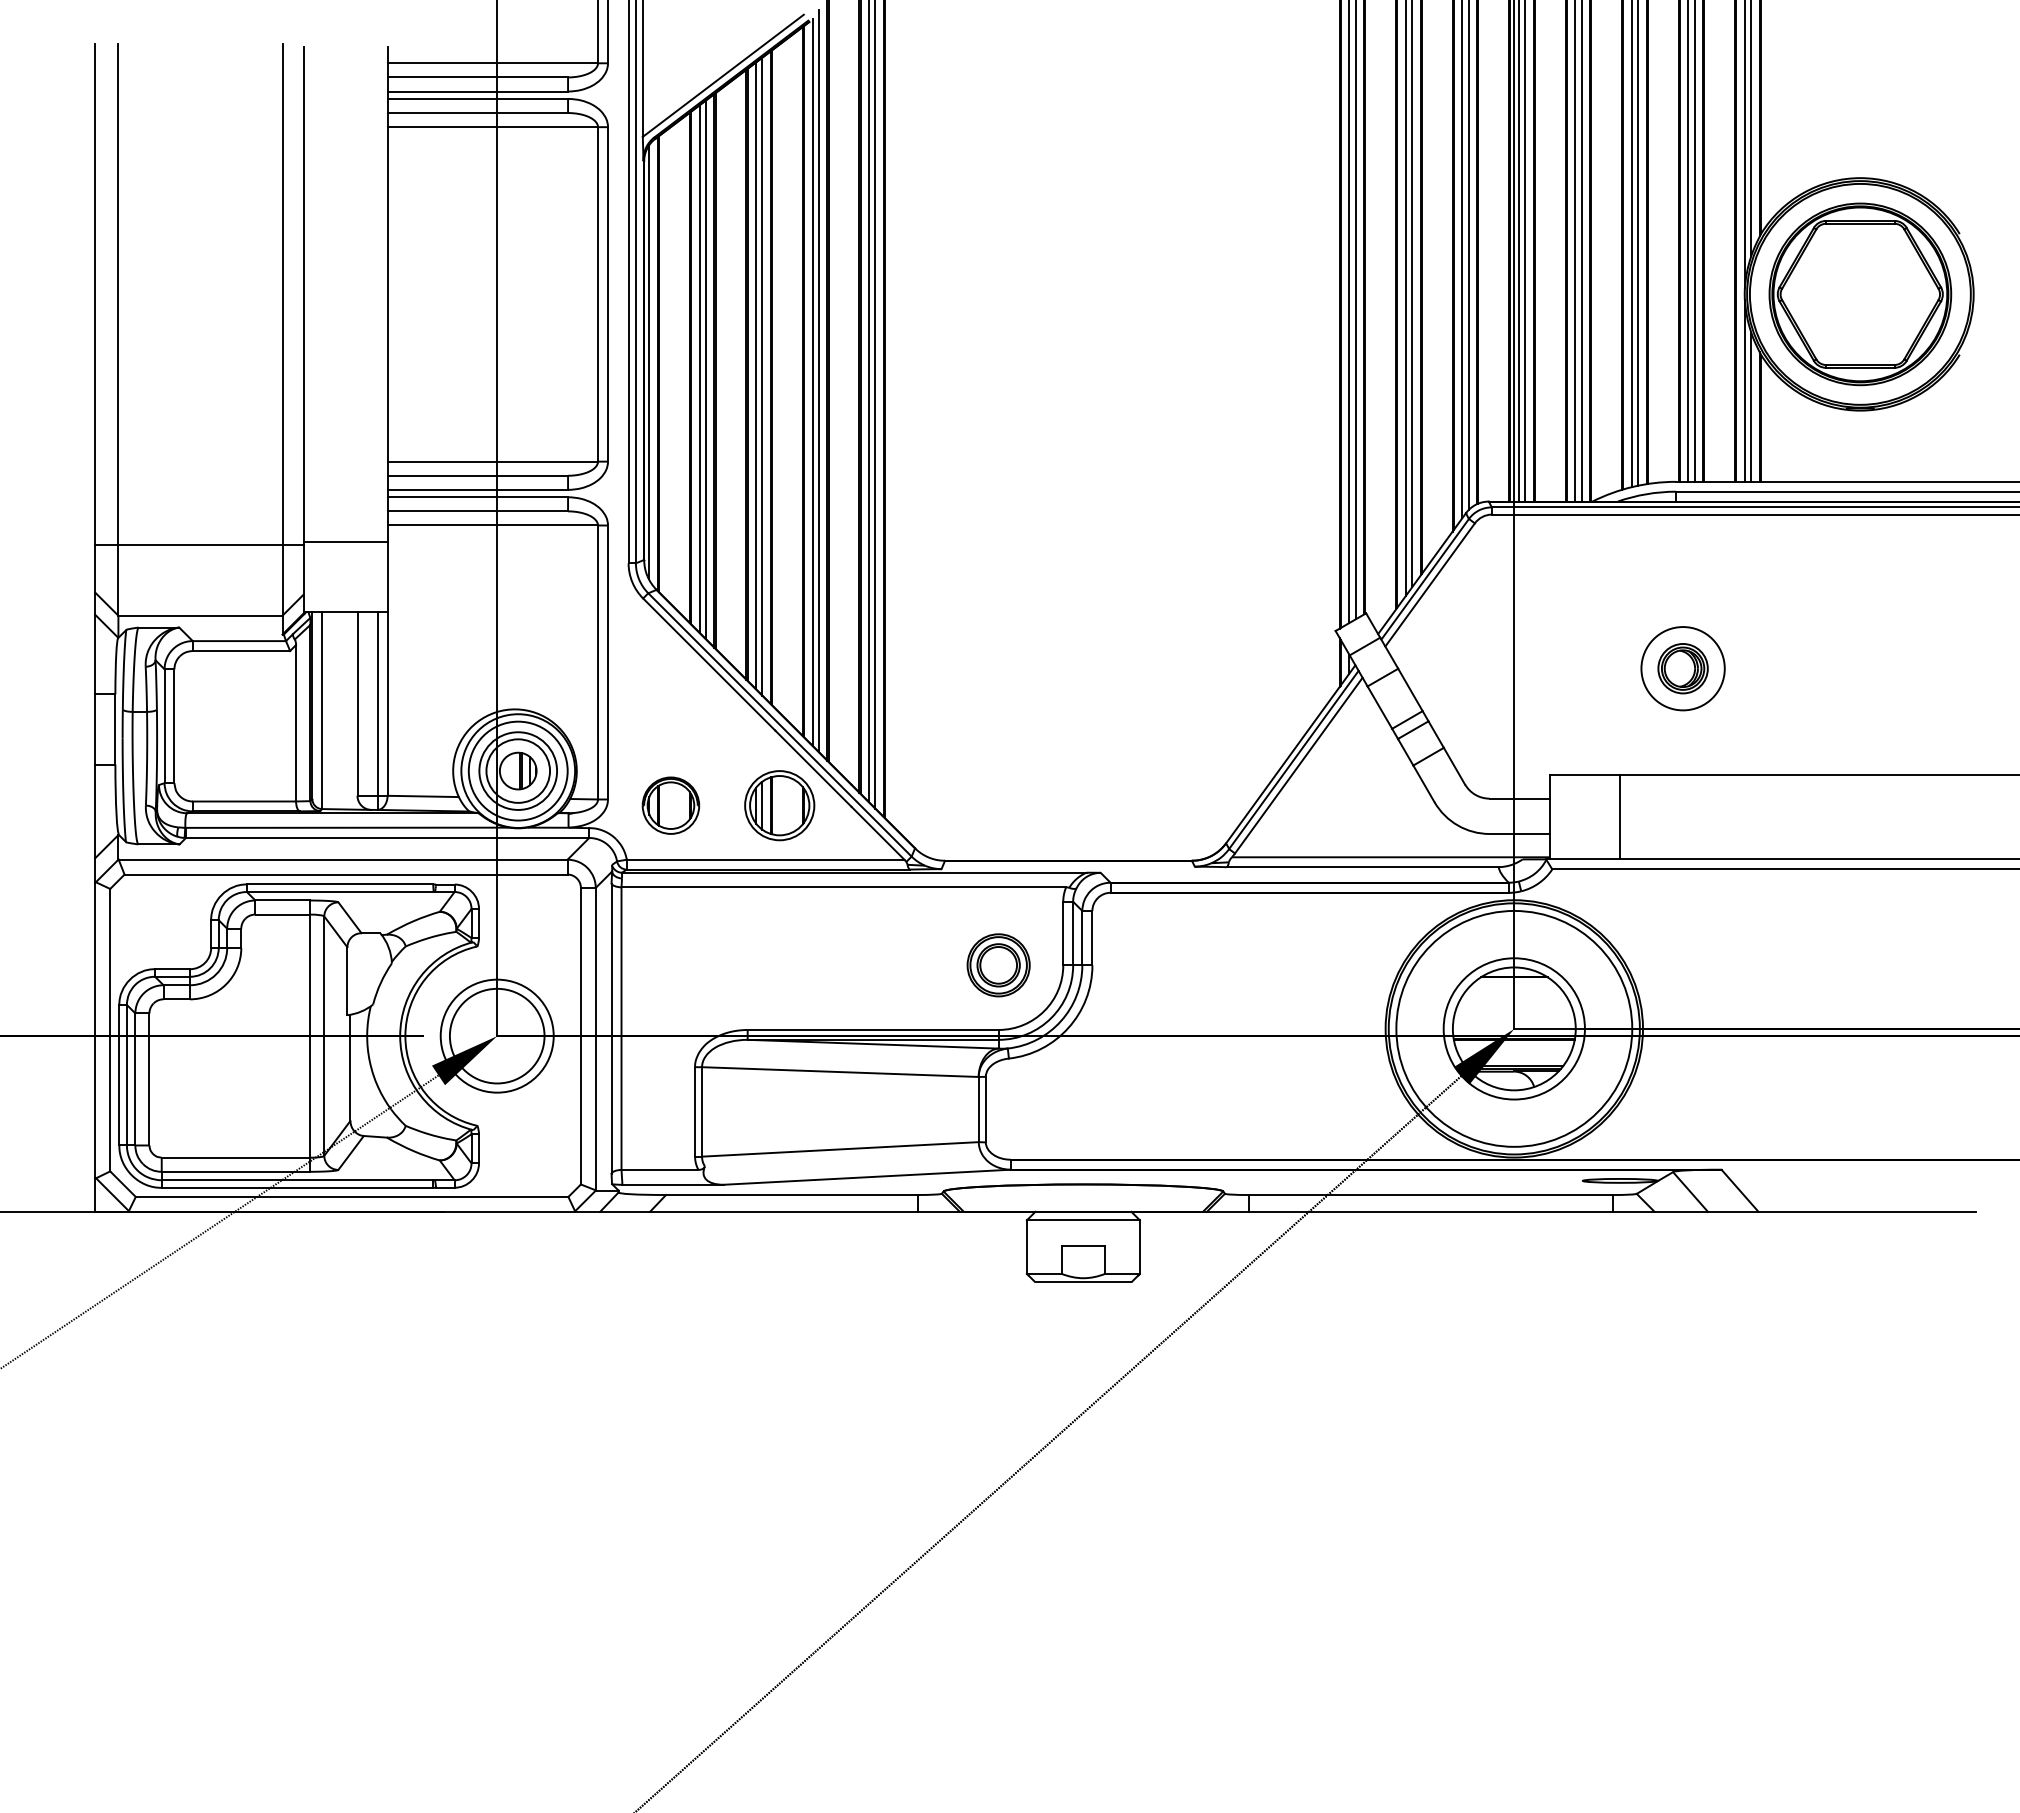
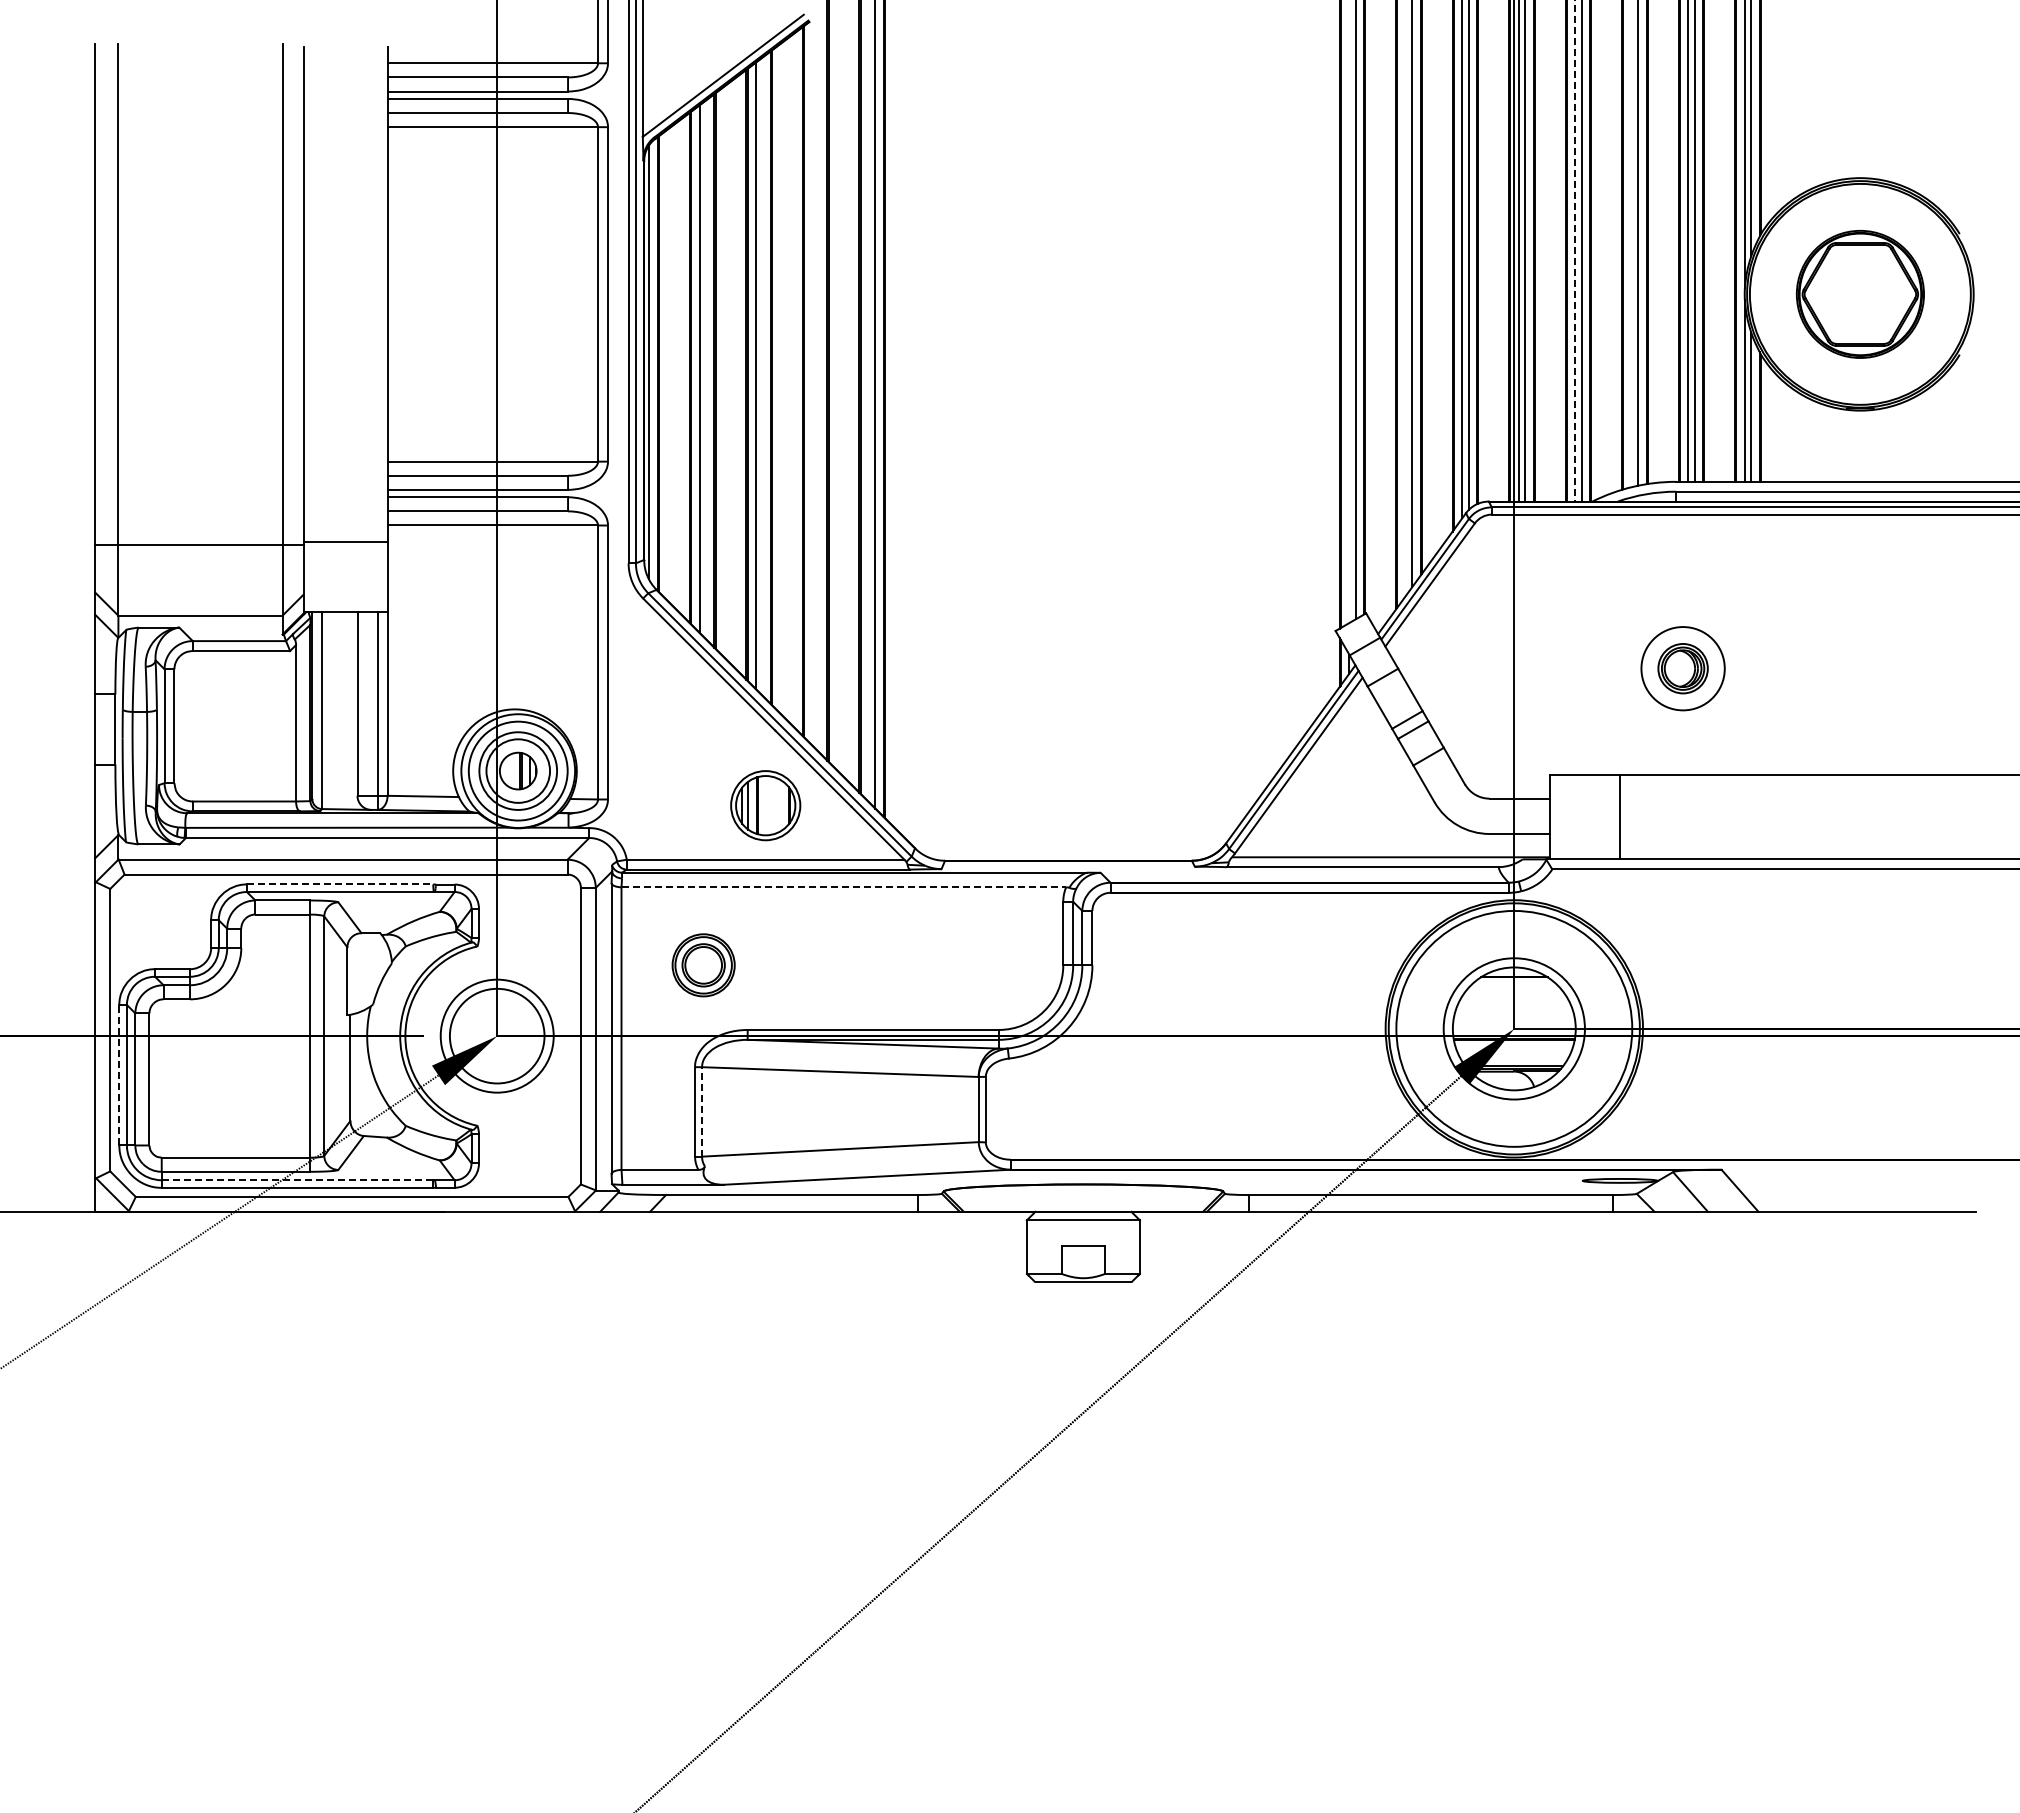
line at (1631, 244): present -> none
line at (1575, 251): solid -> dashed
part at (1860, 294) size: 185x185 px -> 129x129 px
line at (1405, 298): present -> none
line at (1349, 312): present -> none
line at (705, 369): present -> none
line at (762, 376): present -> none
line at (818, 380): present -> none
line at (812, 382): present -> none
line at (869, 402): present -> none
part at (670, 805): present -> none
part at (779, 805) position: (779, 805) -> (765, 805)
line at (340, 884): solid -> dashed
line at (844, 887): solid -> dashed
part at (998, 965) position: (998, 965) -> (703, 965)
line at (119, 1074): solid -> dashed
line at (702, 1111): solid -> dashed
line at (297, 1180): solid -> dashed
